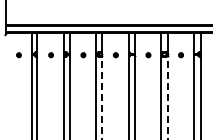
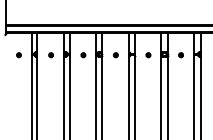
line at (102, 97): dashed -> solid
line at (167, 97): dashed -> solid
